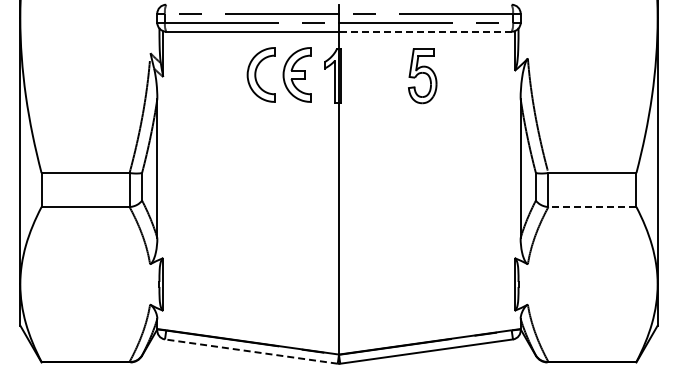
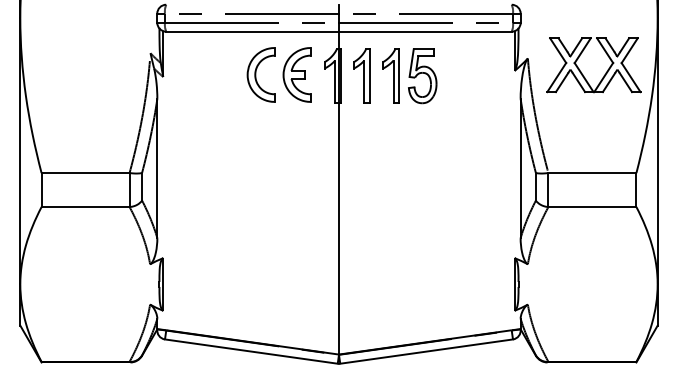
line at (424, 31): dashed -> solid
part at (581, 71): none -> present
part at (361, 75): none -> present
part at (390, 75): none -> present
line at (591, 207): dashed -> solid
line at (250, 351): dashed -> solid
